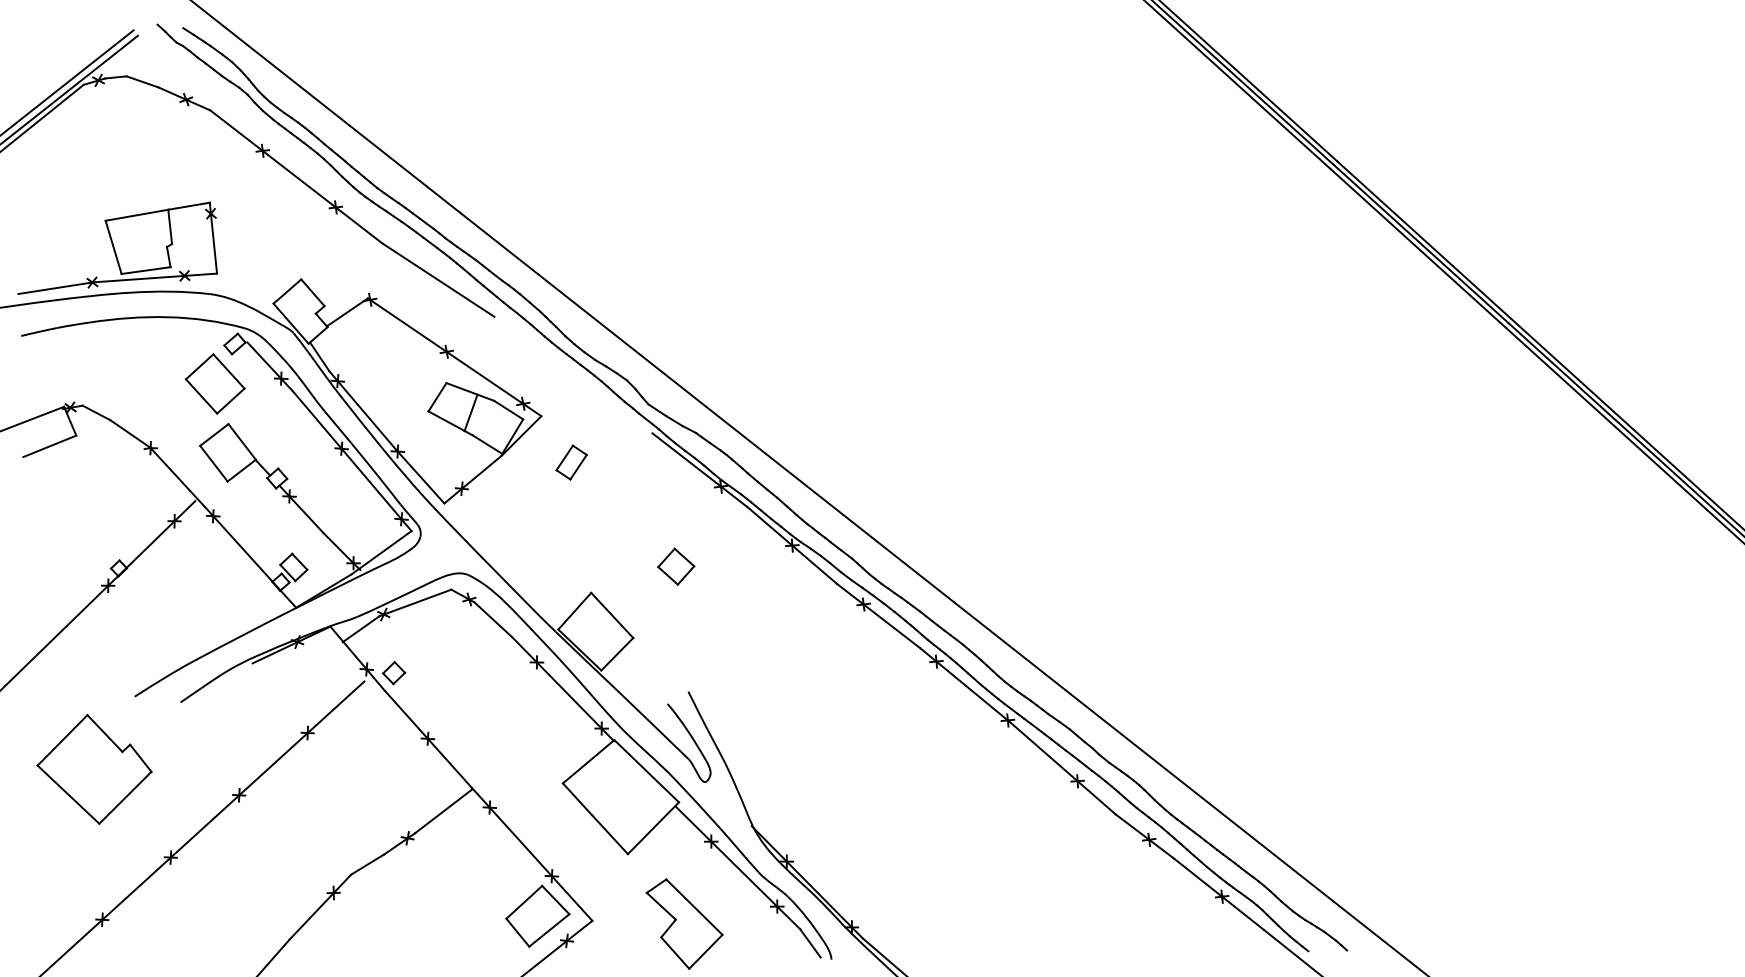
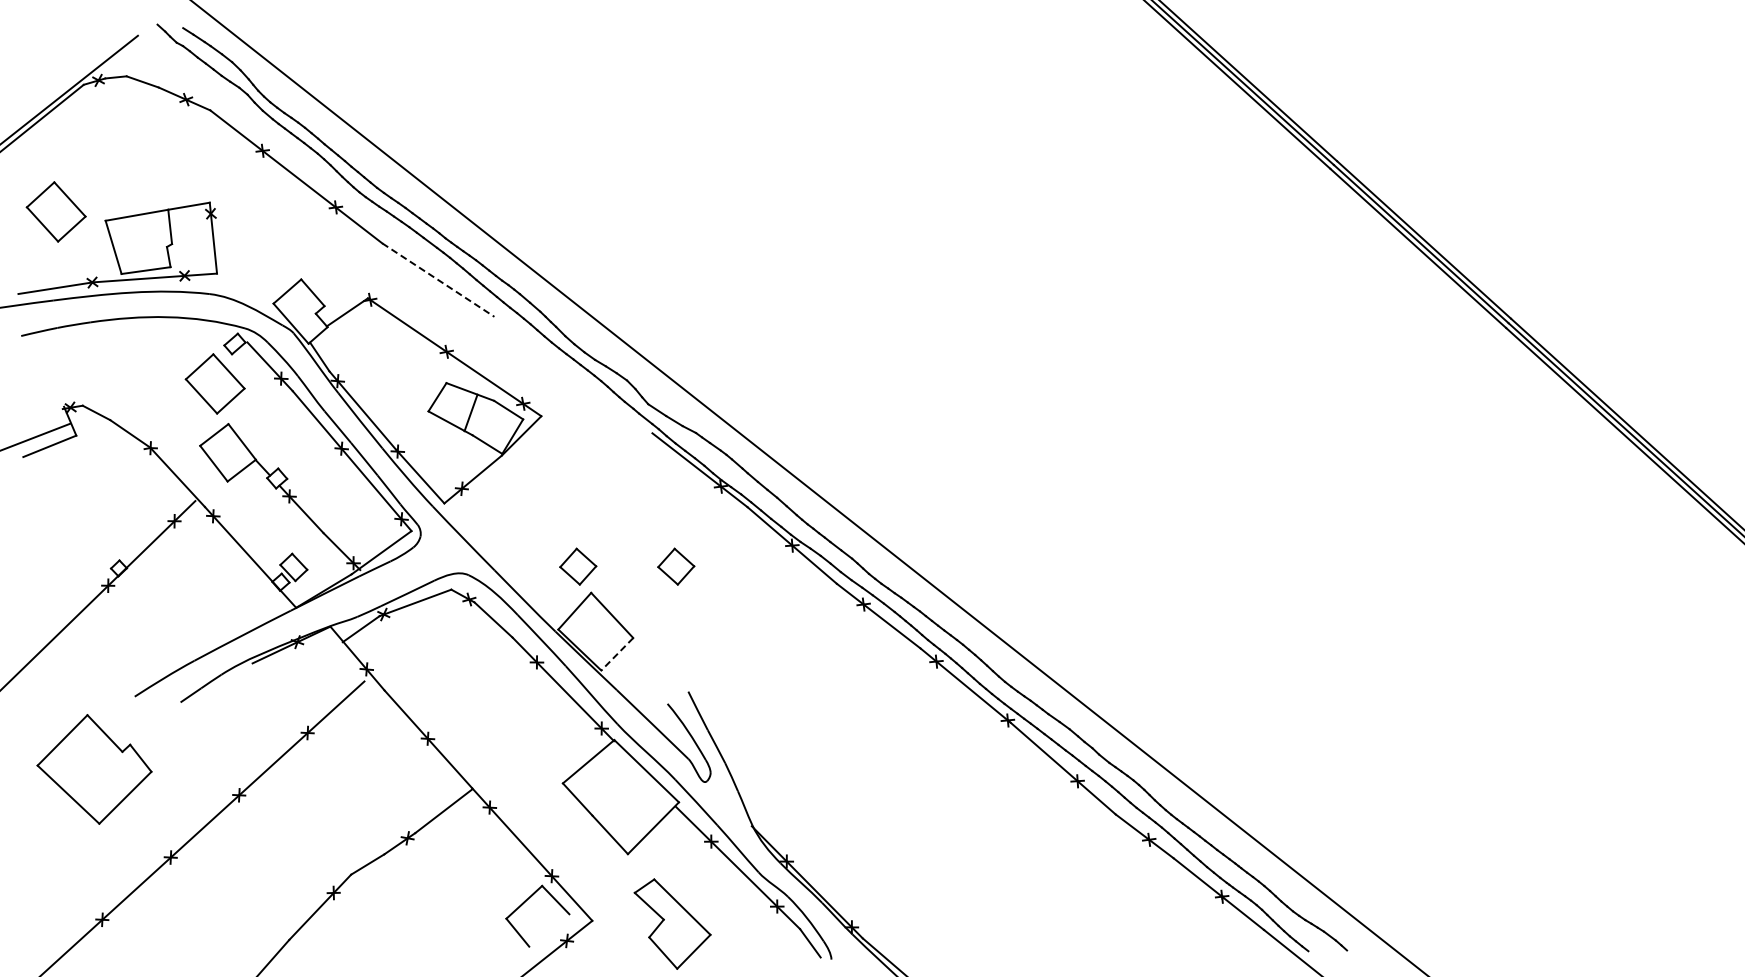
line at (67, 81): present -> none
part at (55, 211): none -> present
line at (438, 280): solid -> dashed
line at (33, 418) position: (33, 418) -> (36, 436)
part at (571, 462): present -> none
part at (578, 566): none -> present
line at (617, 654): solid -> dashed
part at (394, 673): present -> none
part at (684, 923) position: (684, 923) -> (672, 923)
line at (549, 930): present -> none
